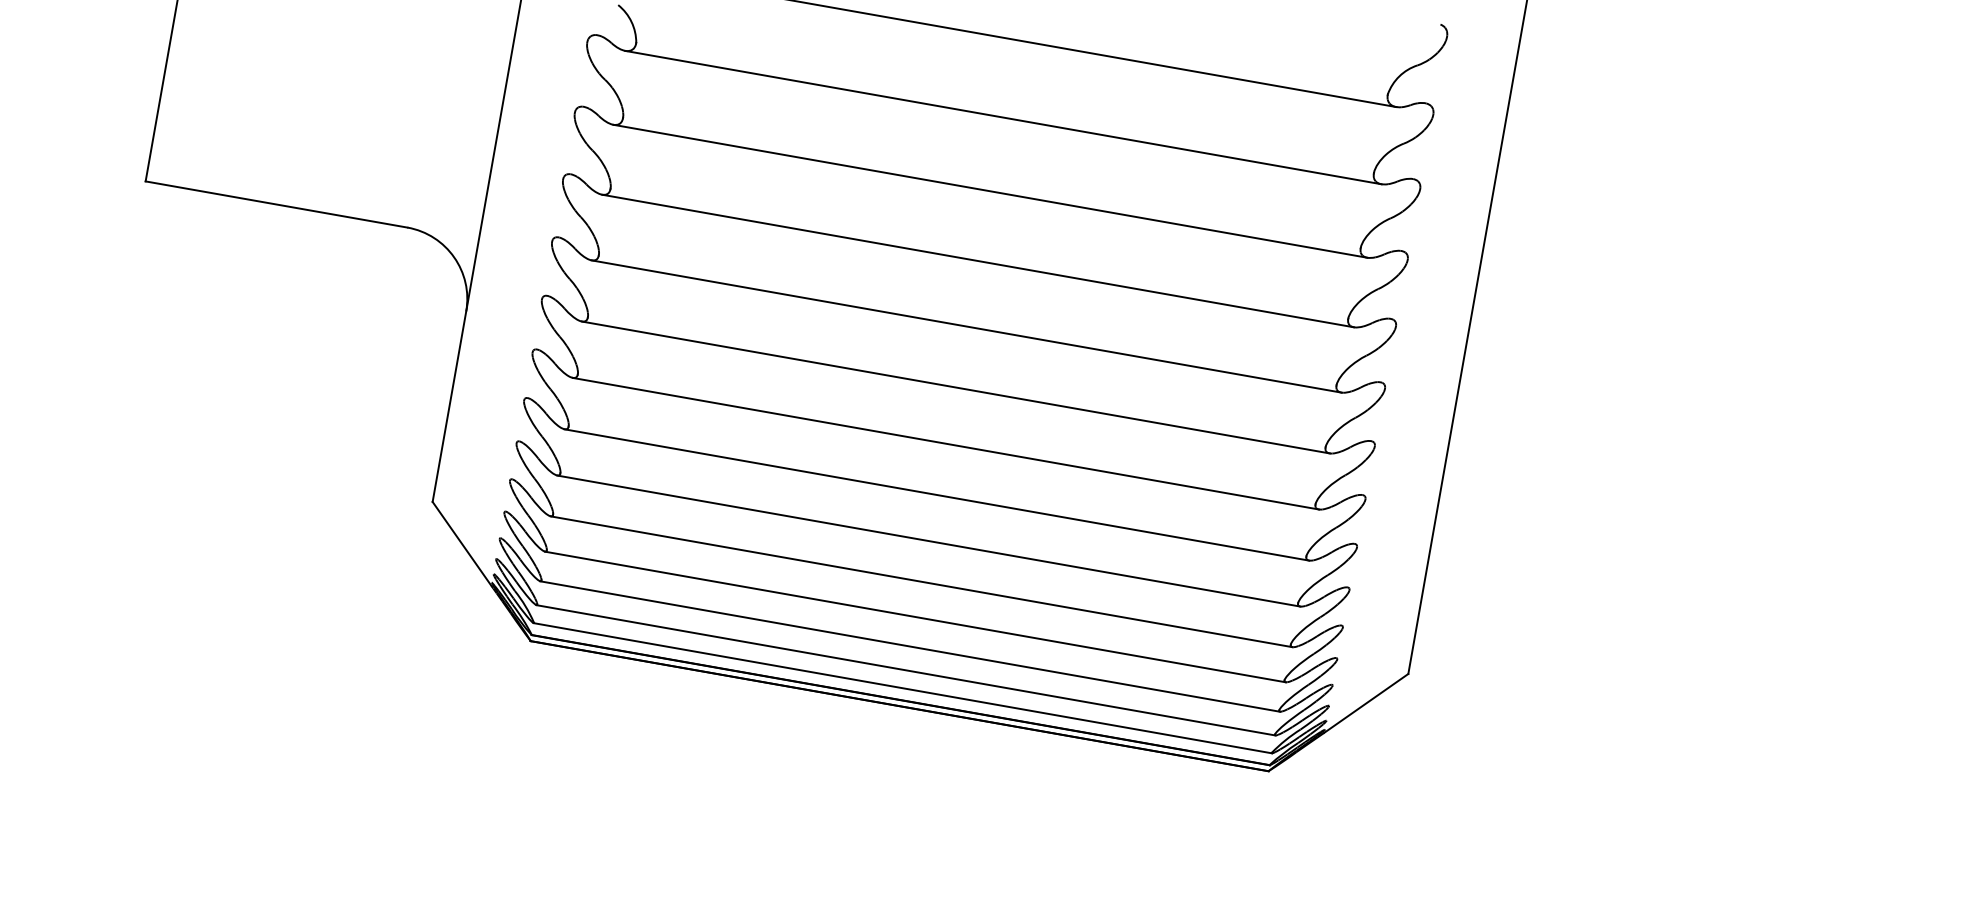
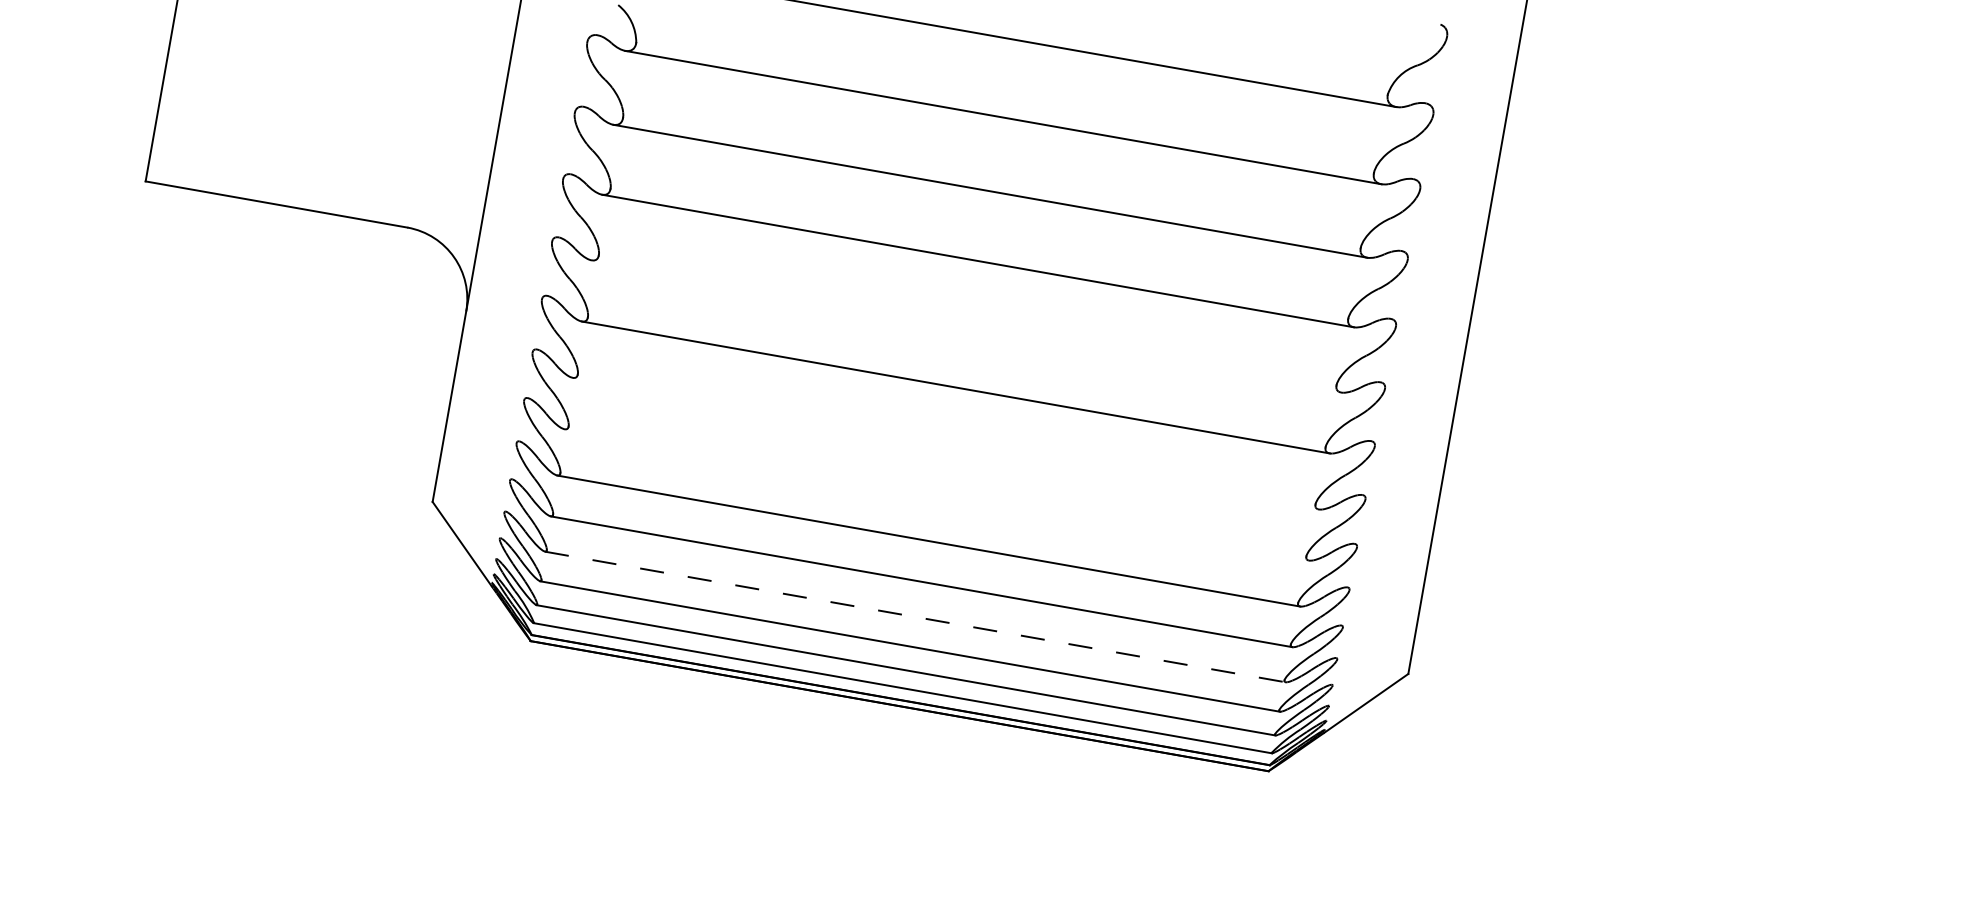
line at (966, 326): present -> none
line at (945, 443): present -> none
line at (936, 494): present -> none
line at (915, 617): solid -> dashed
